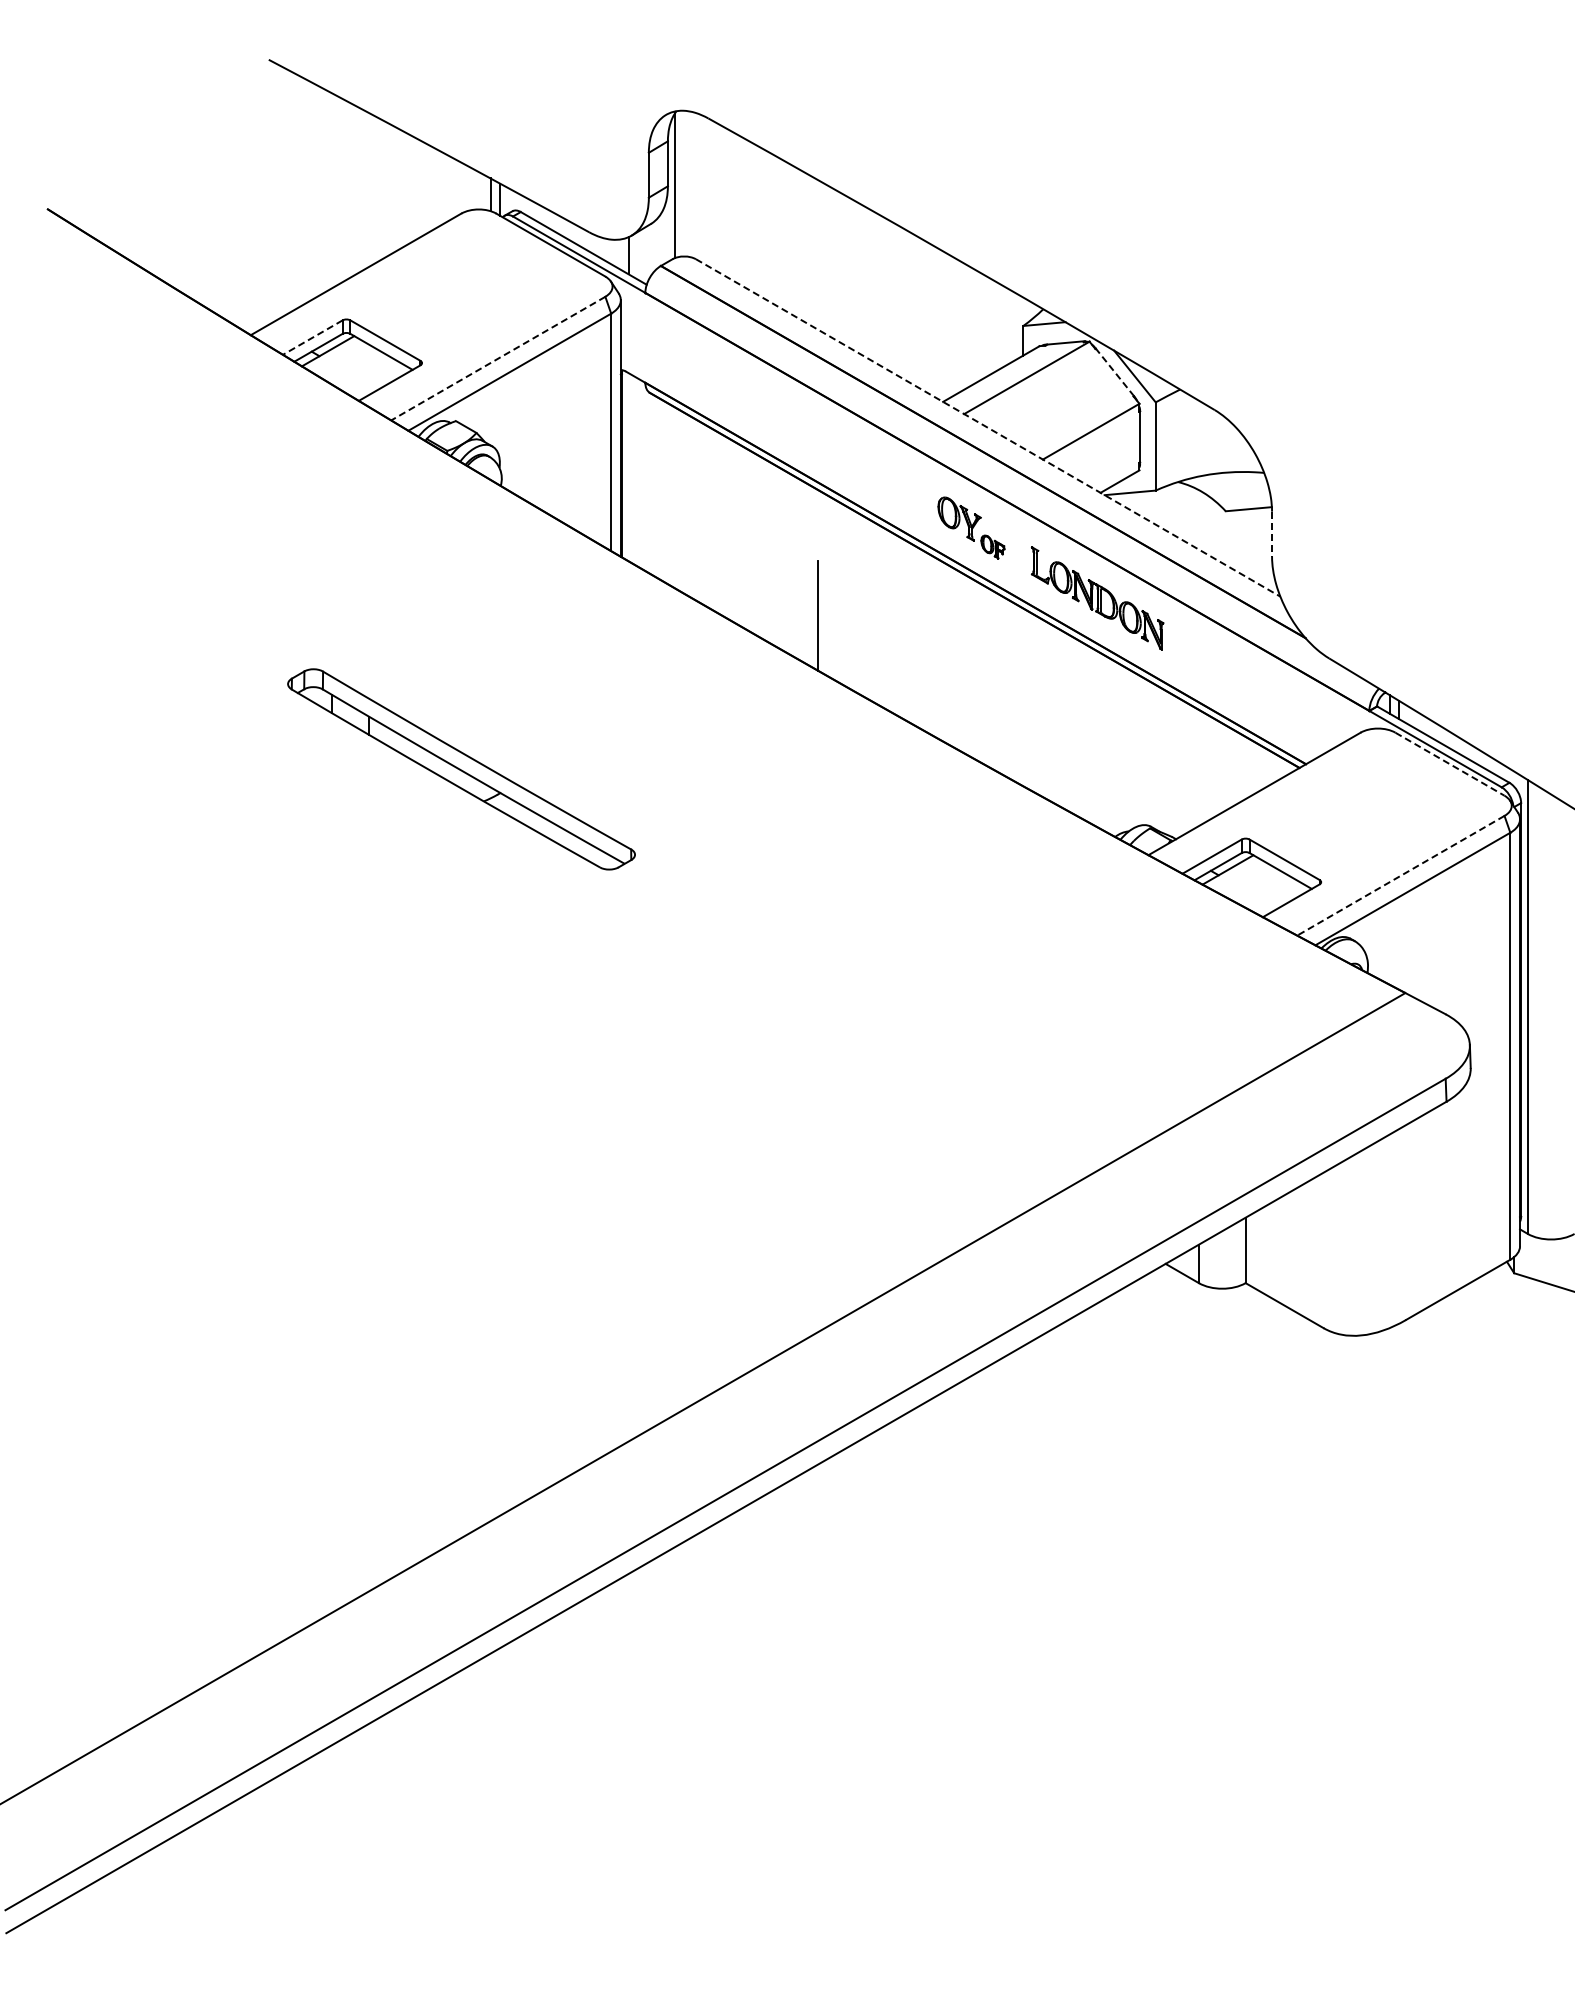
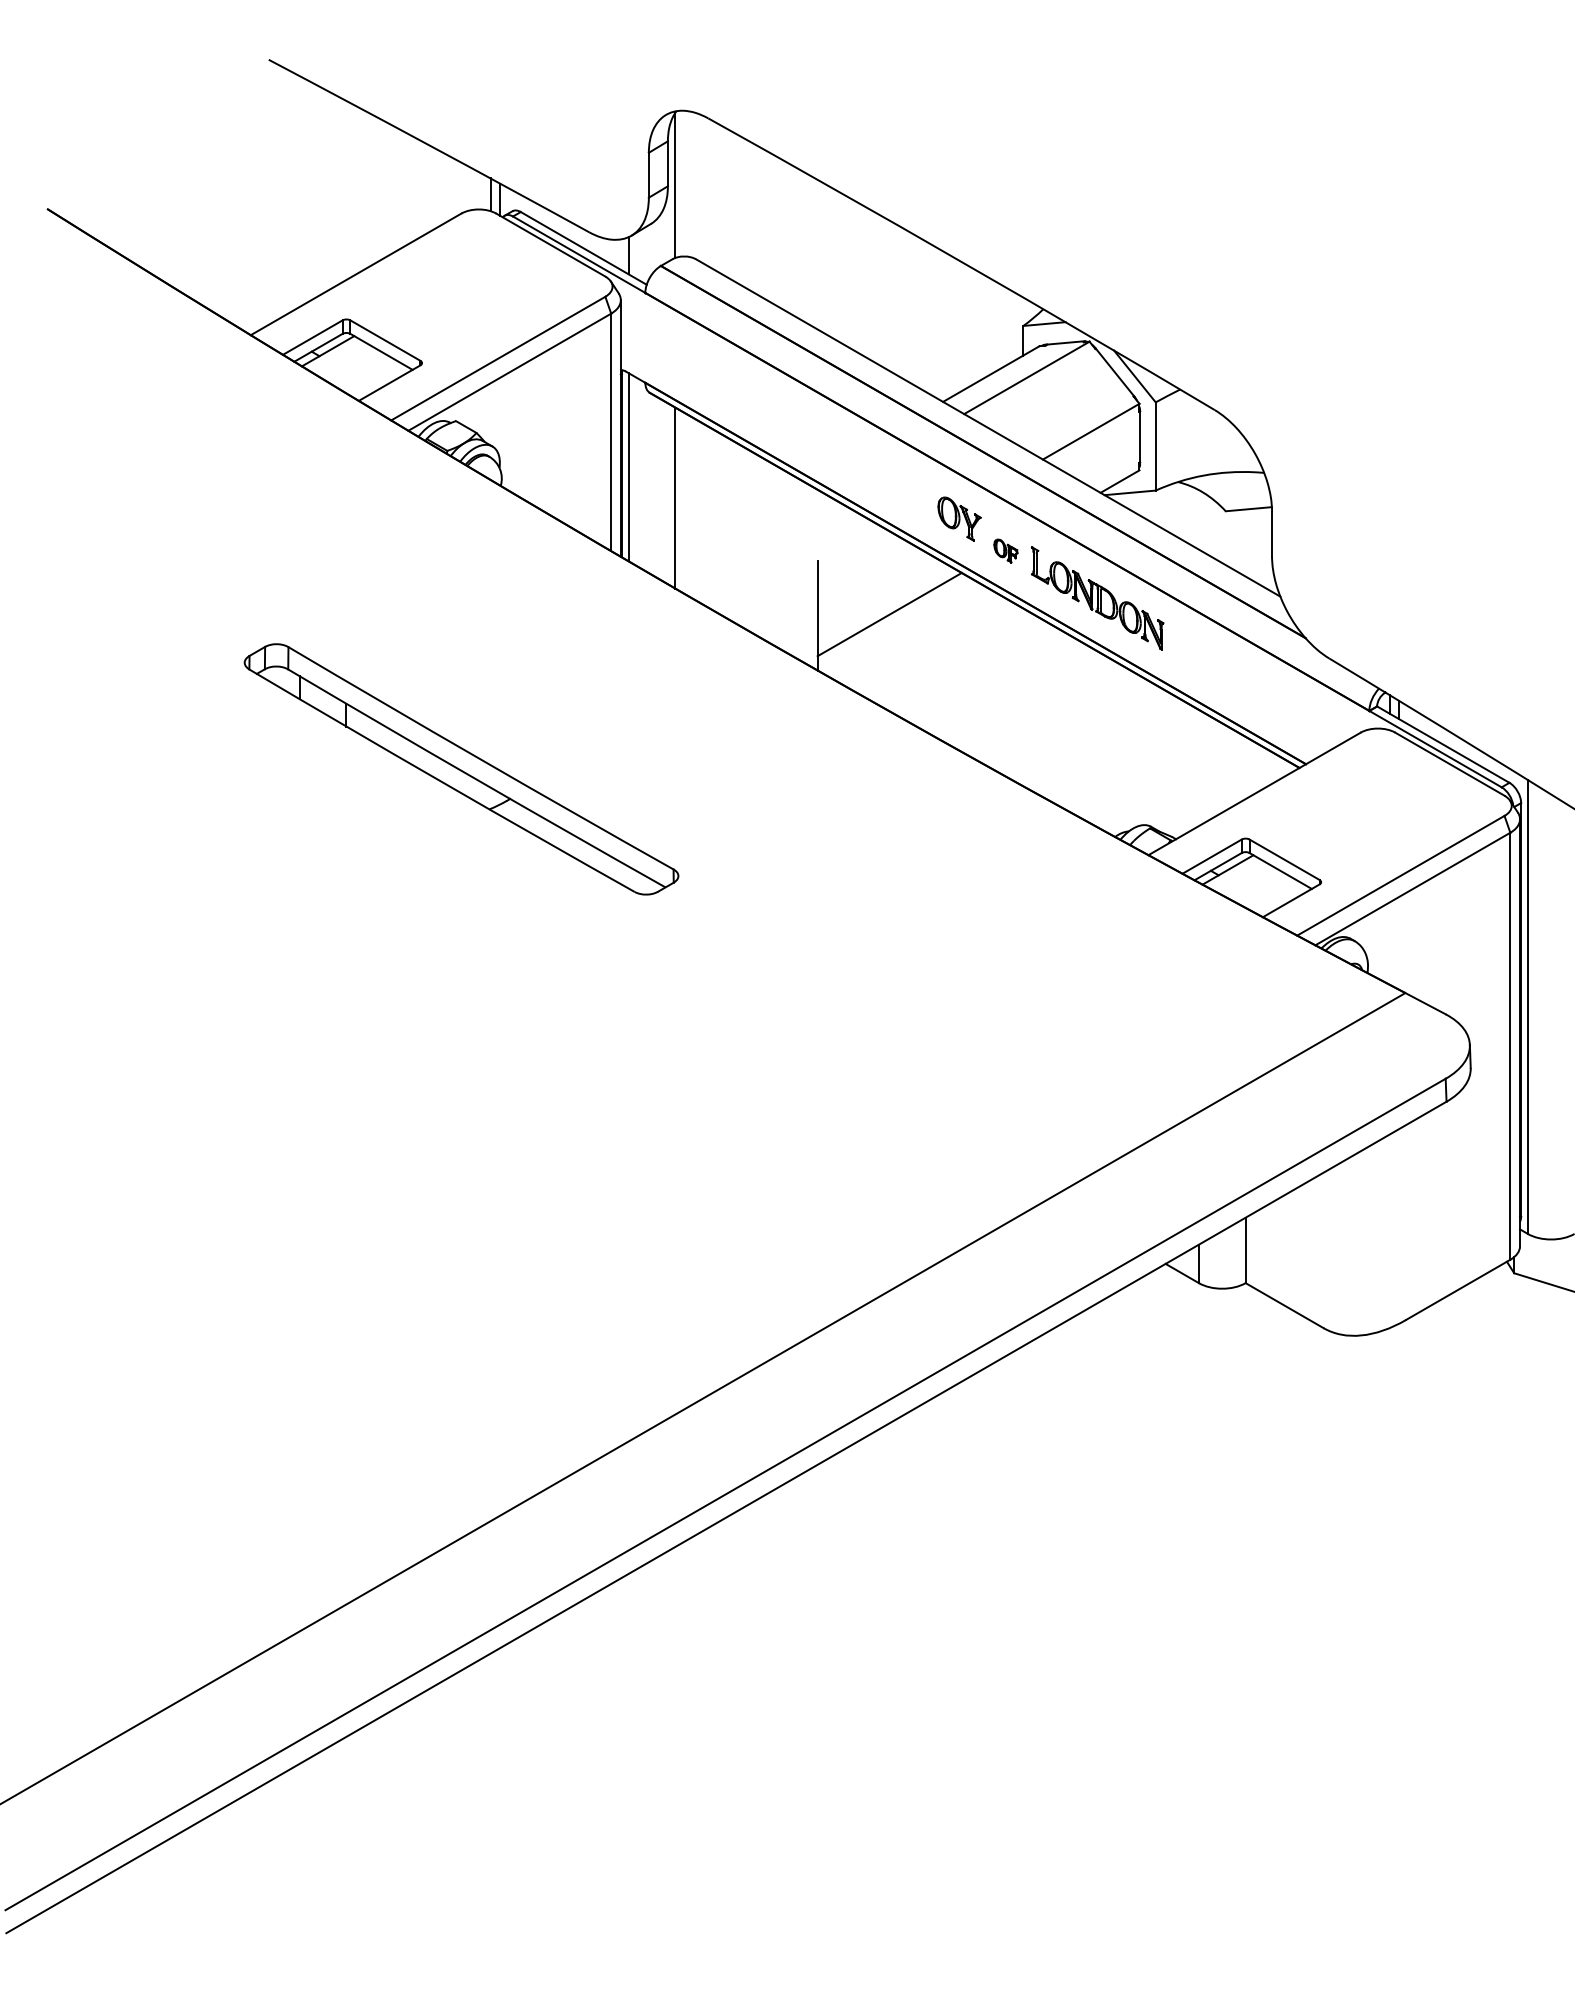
line at (312, 337): dashed -> solid
line at (498, 358): dashed -> solid
line at (1115, 372): dashed -> solid
line at (988, 428): dashed -> solid
line at (628, 467): none -> present
line at (675, 497): none -> present
line at (1272, 534): dashed -> solid
part at (992, 546) position: (992, 546) -> (1005, 550)
line at (889, 614): none -> present
line at (1450, 764): dashed -> solid
part at (461, 769) size: 349x203 px -> 437x253 px
line at (1400, 875): dashed -> solid
